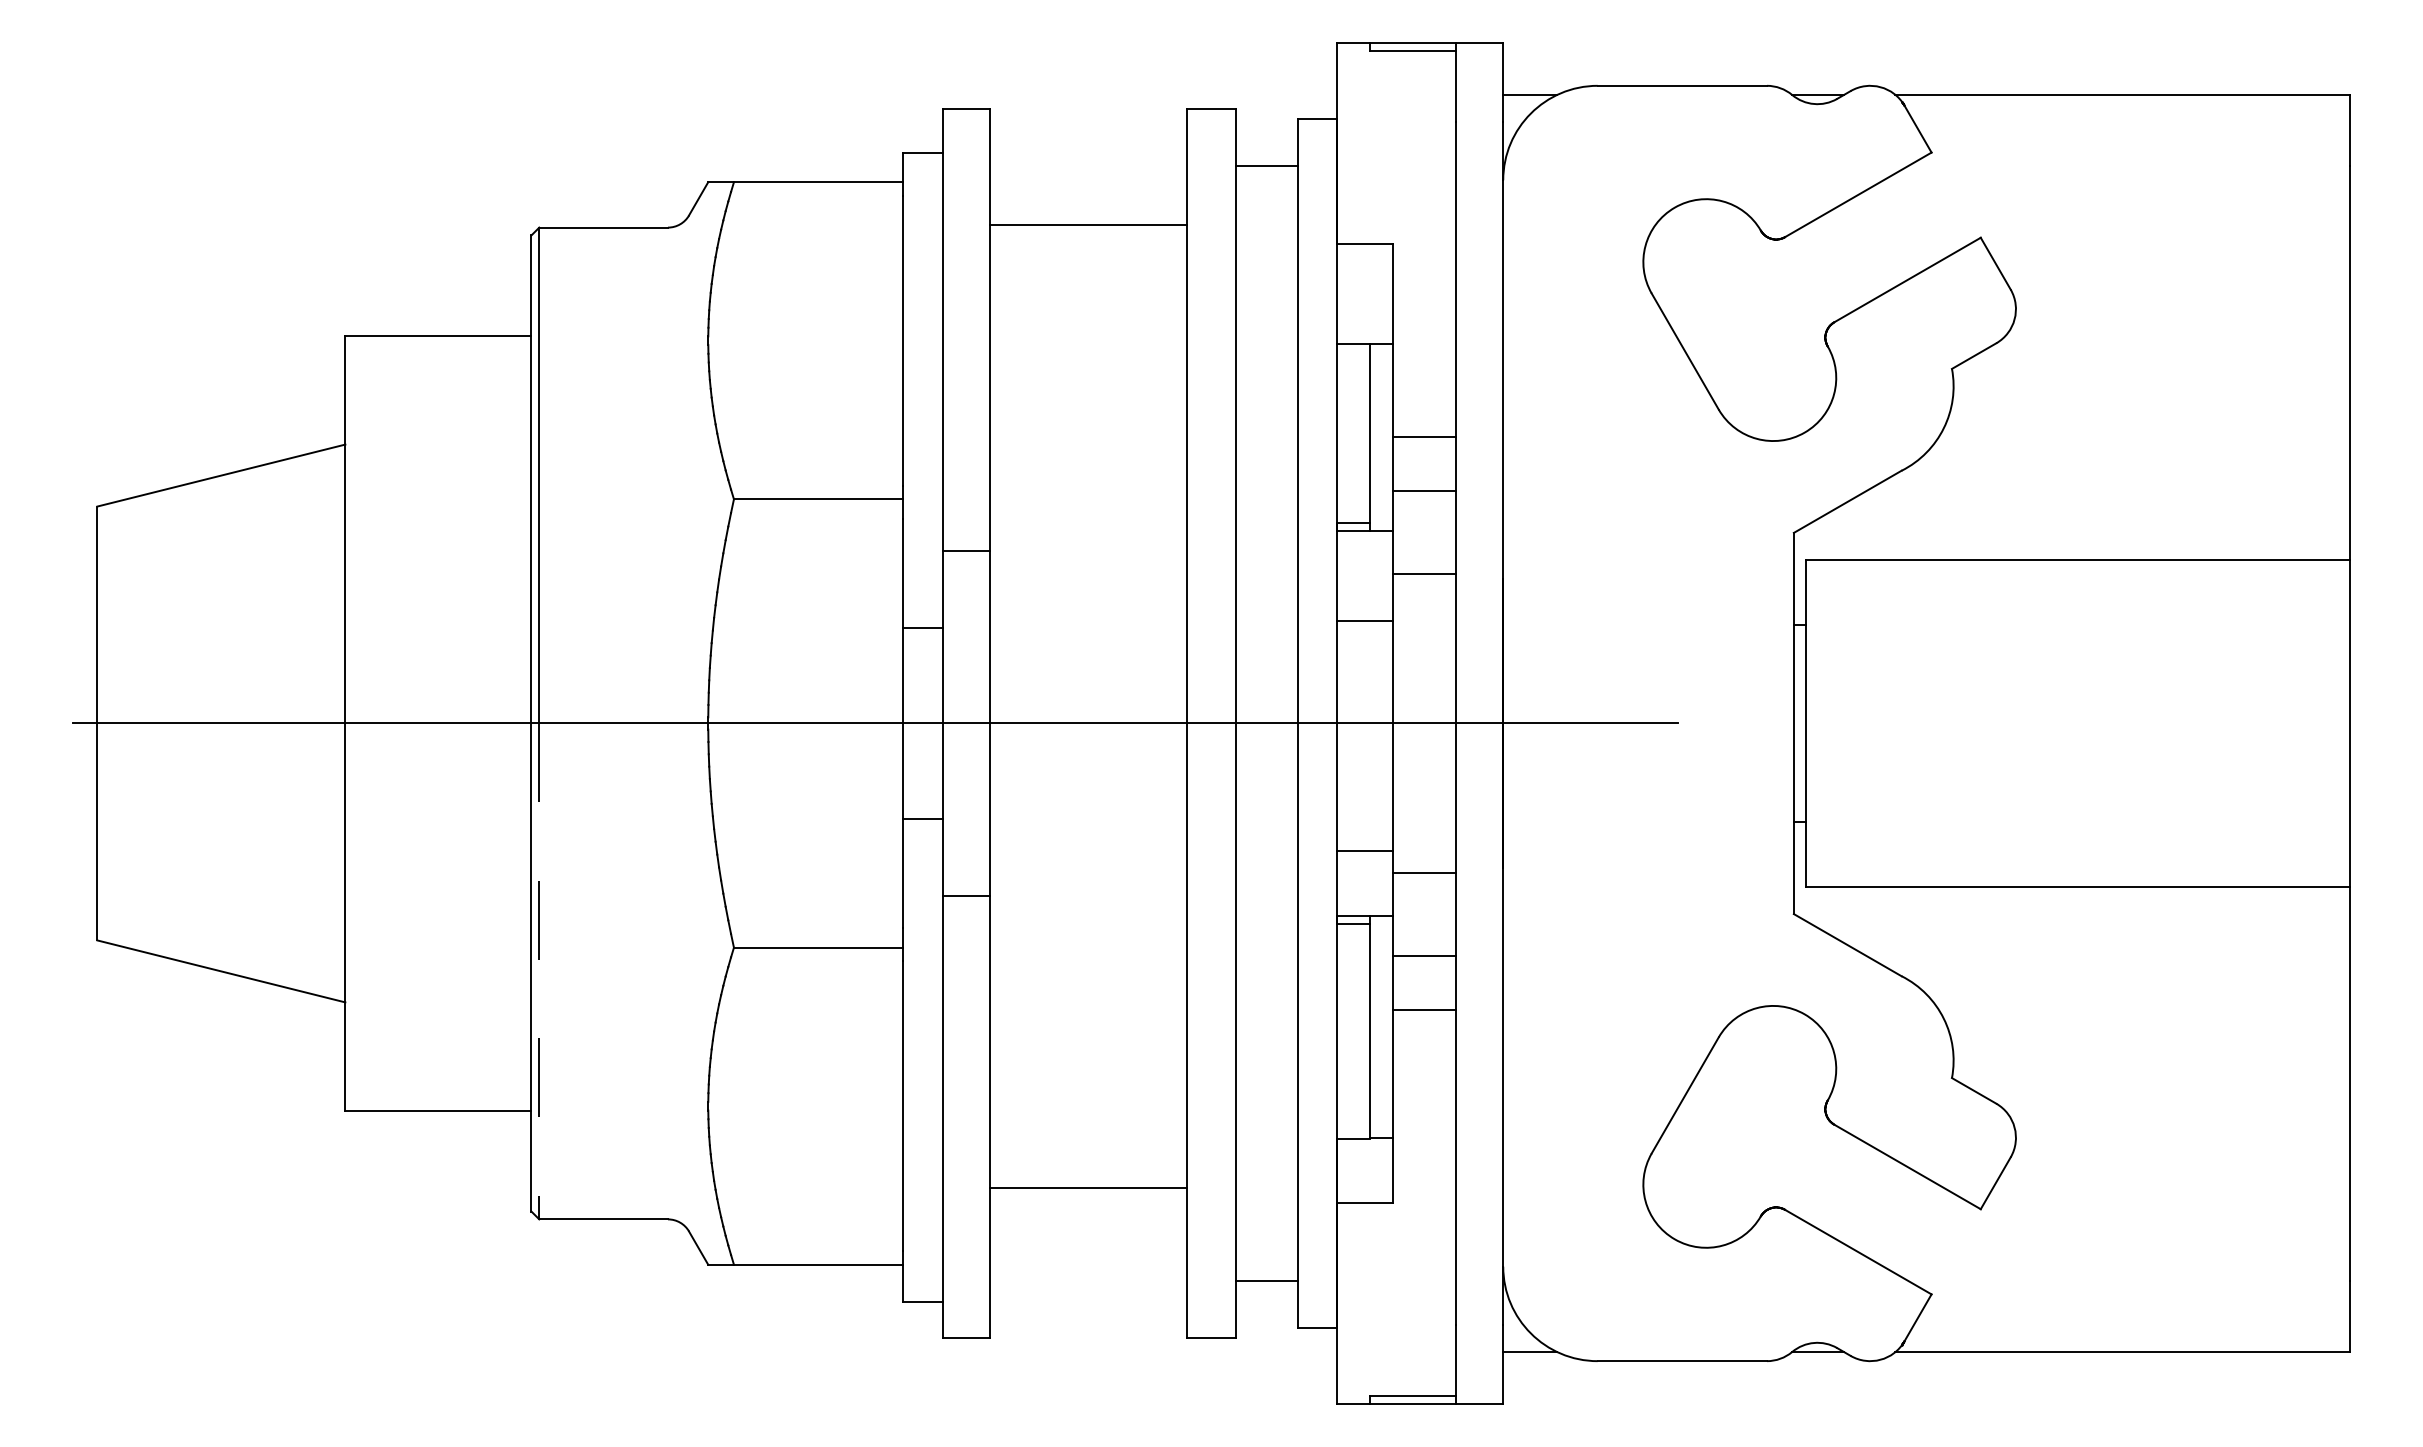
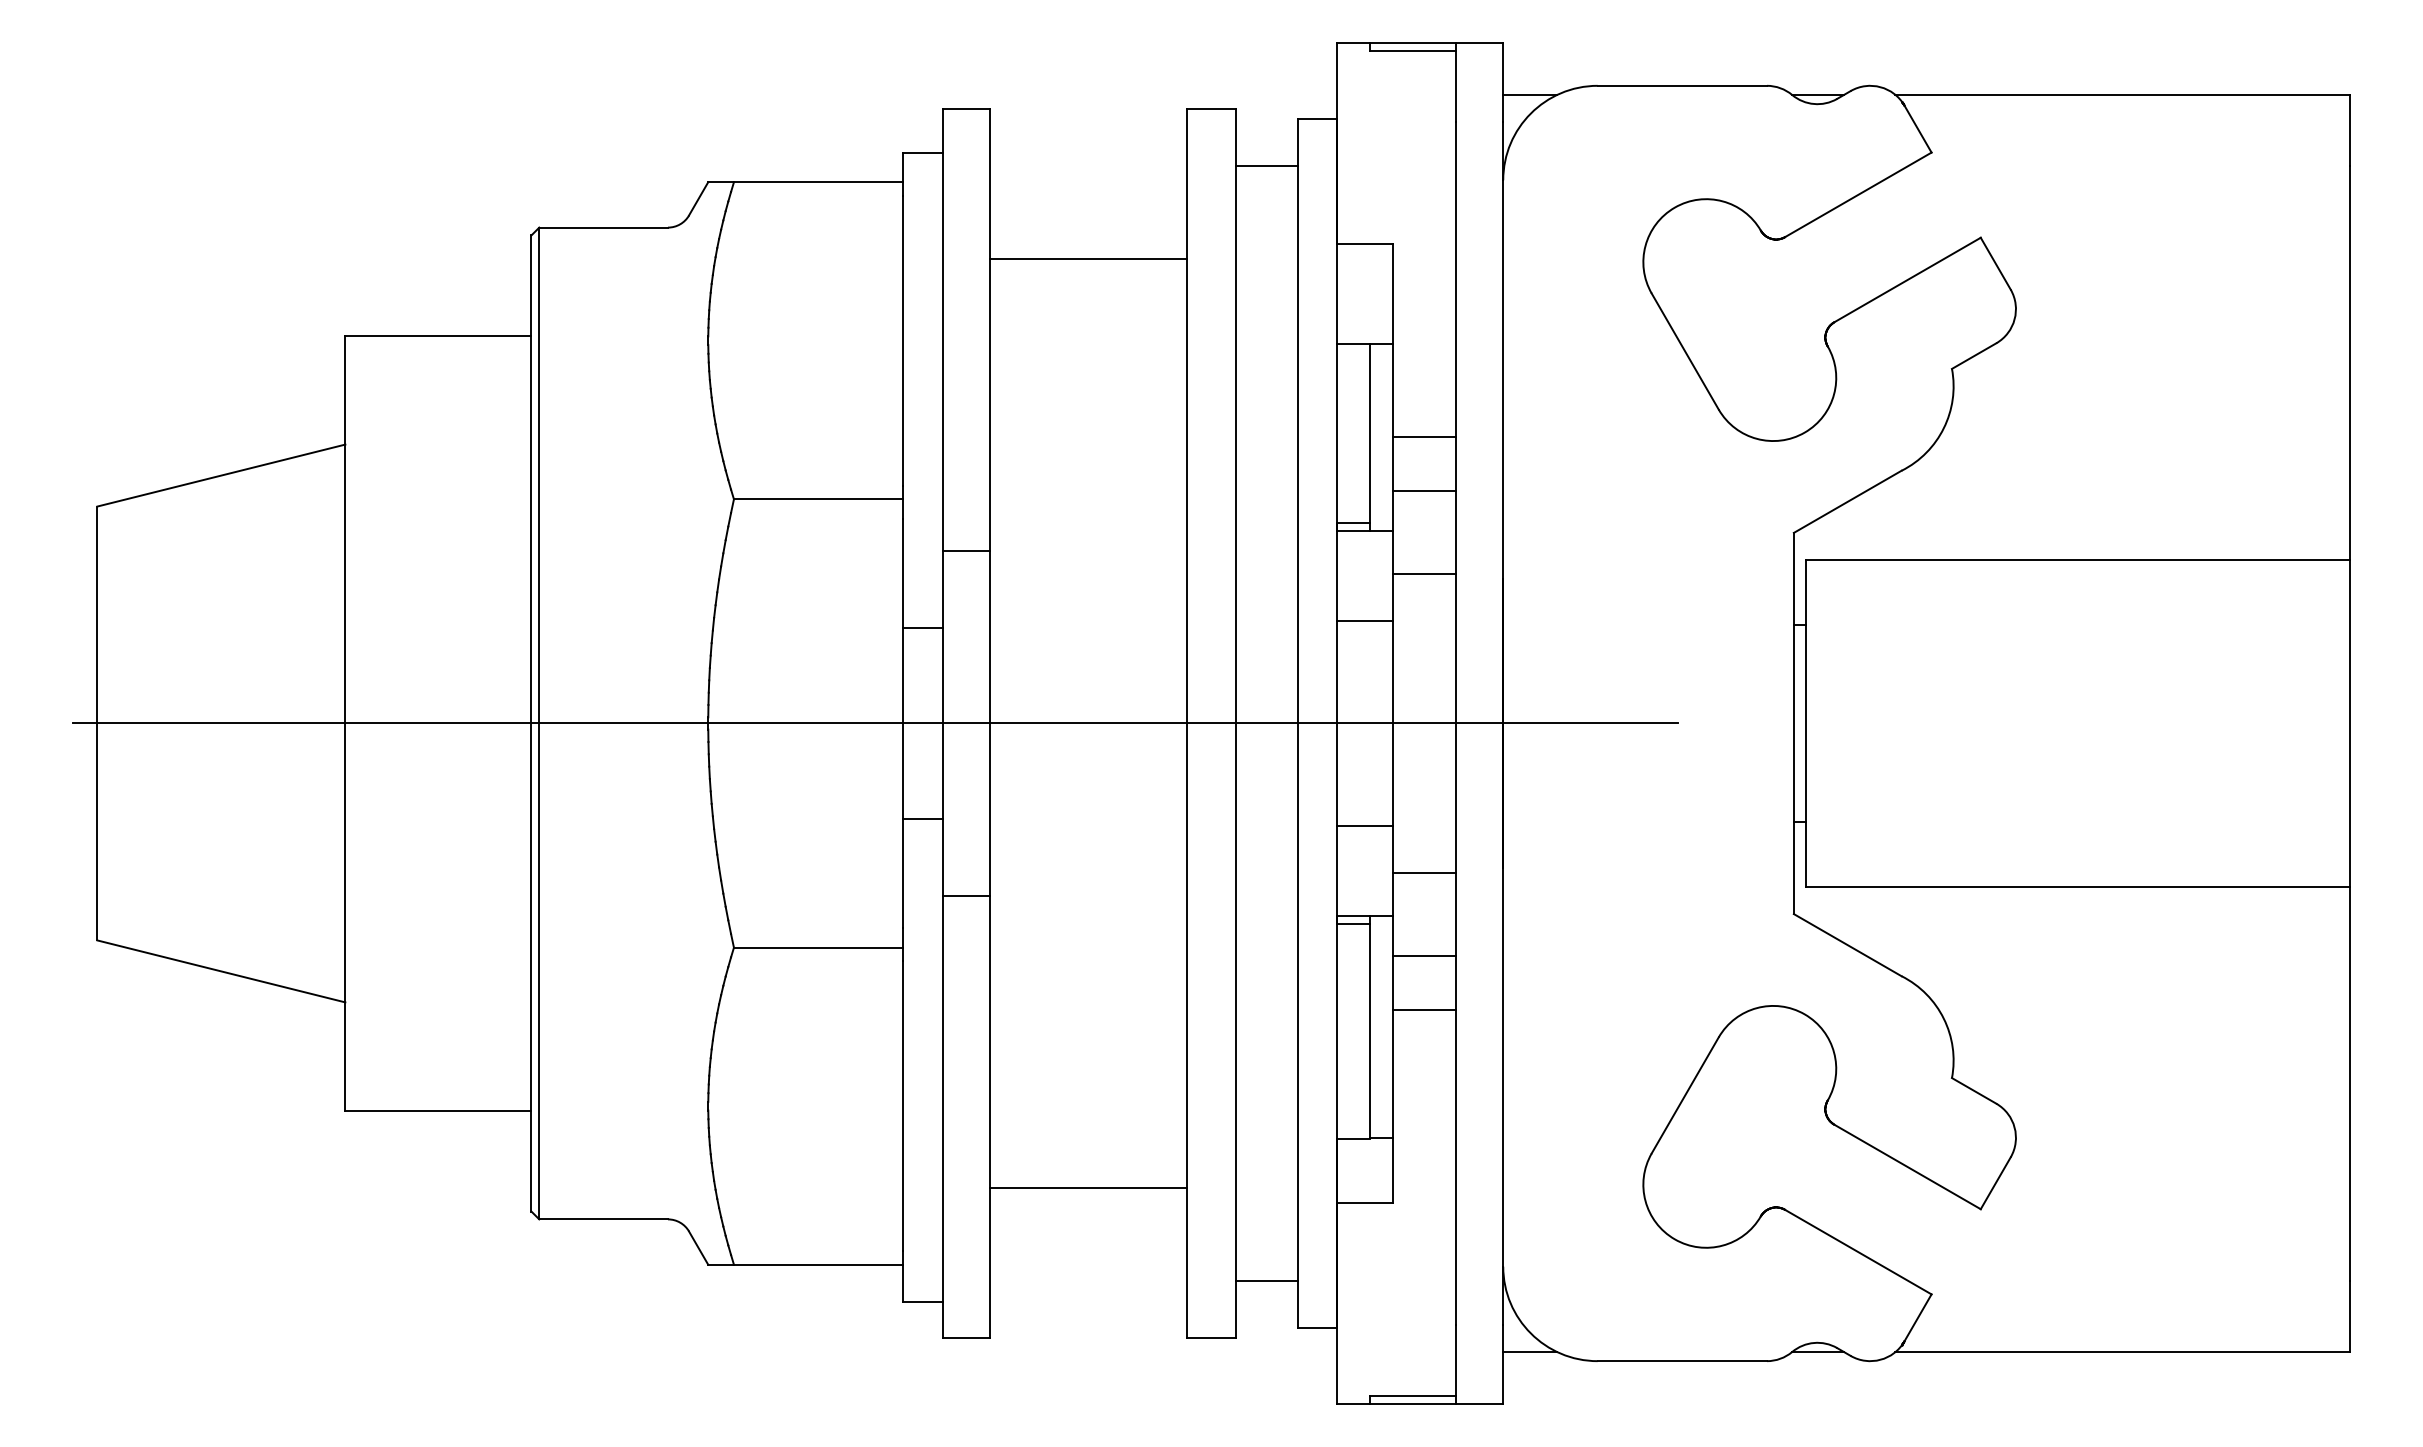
line at (1087, 225) position: (1087, 225) -> (1087, 259)
line at (1365, 850) position: (1365, 850) -> (1365, 825)
line at (539, 971): dashed -> solid
